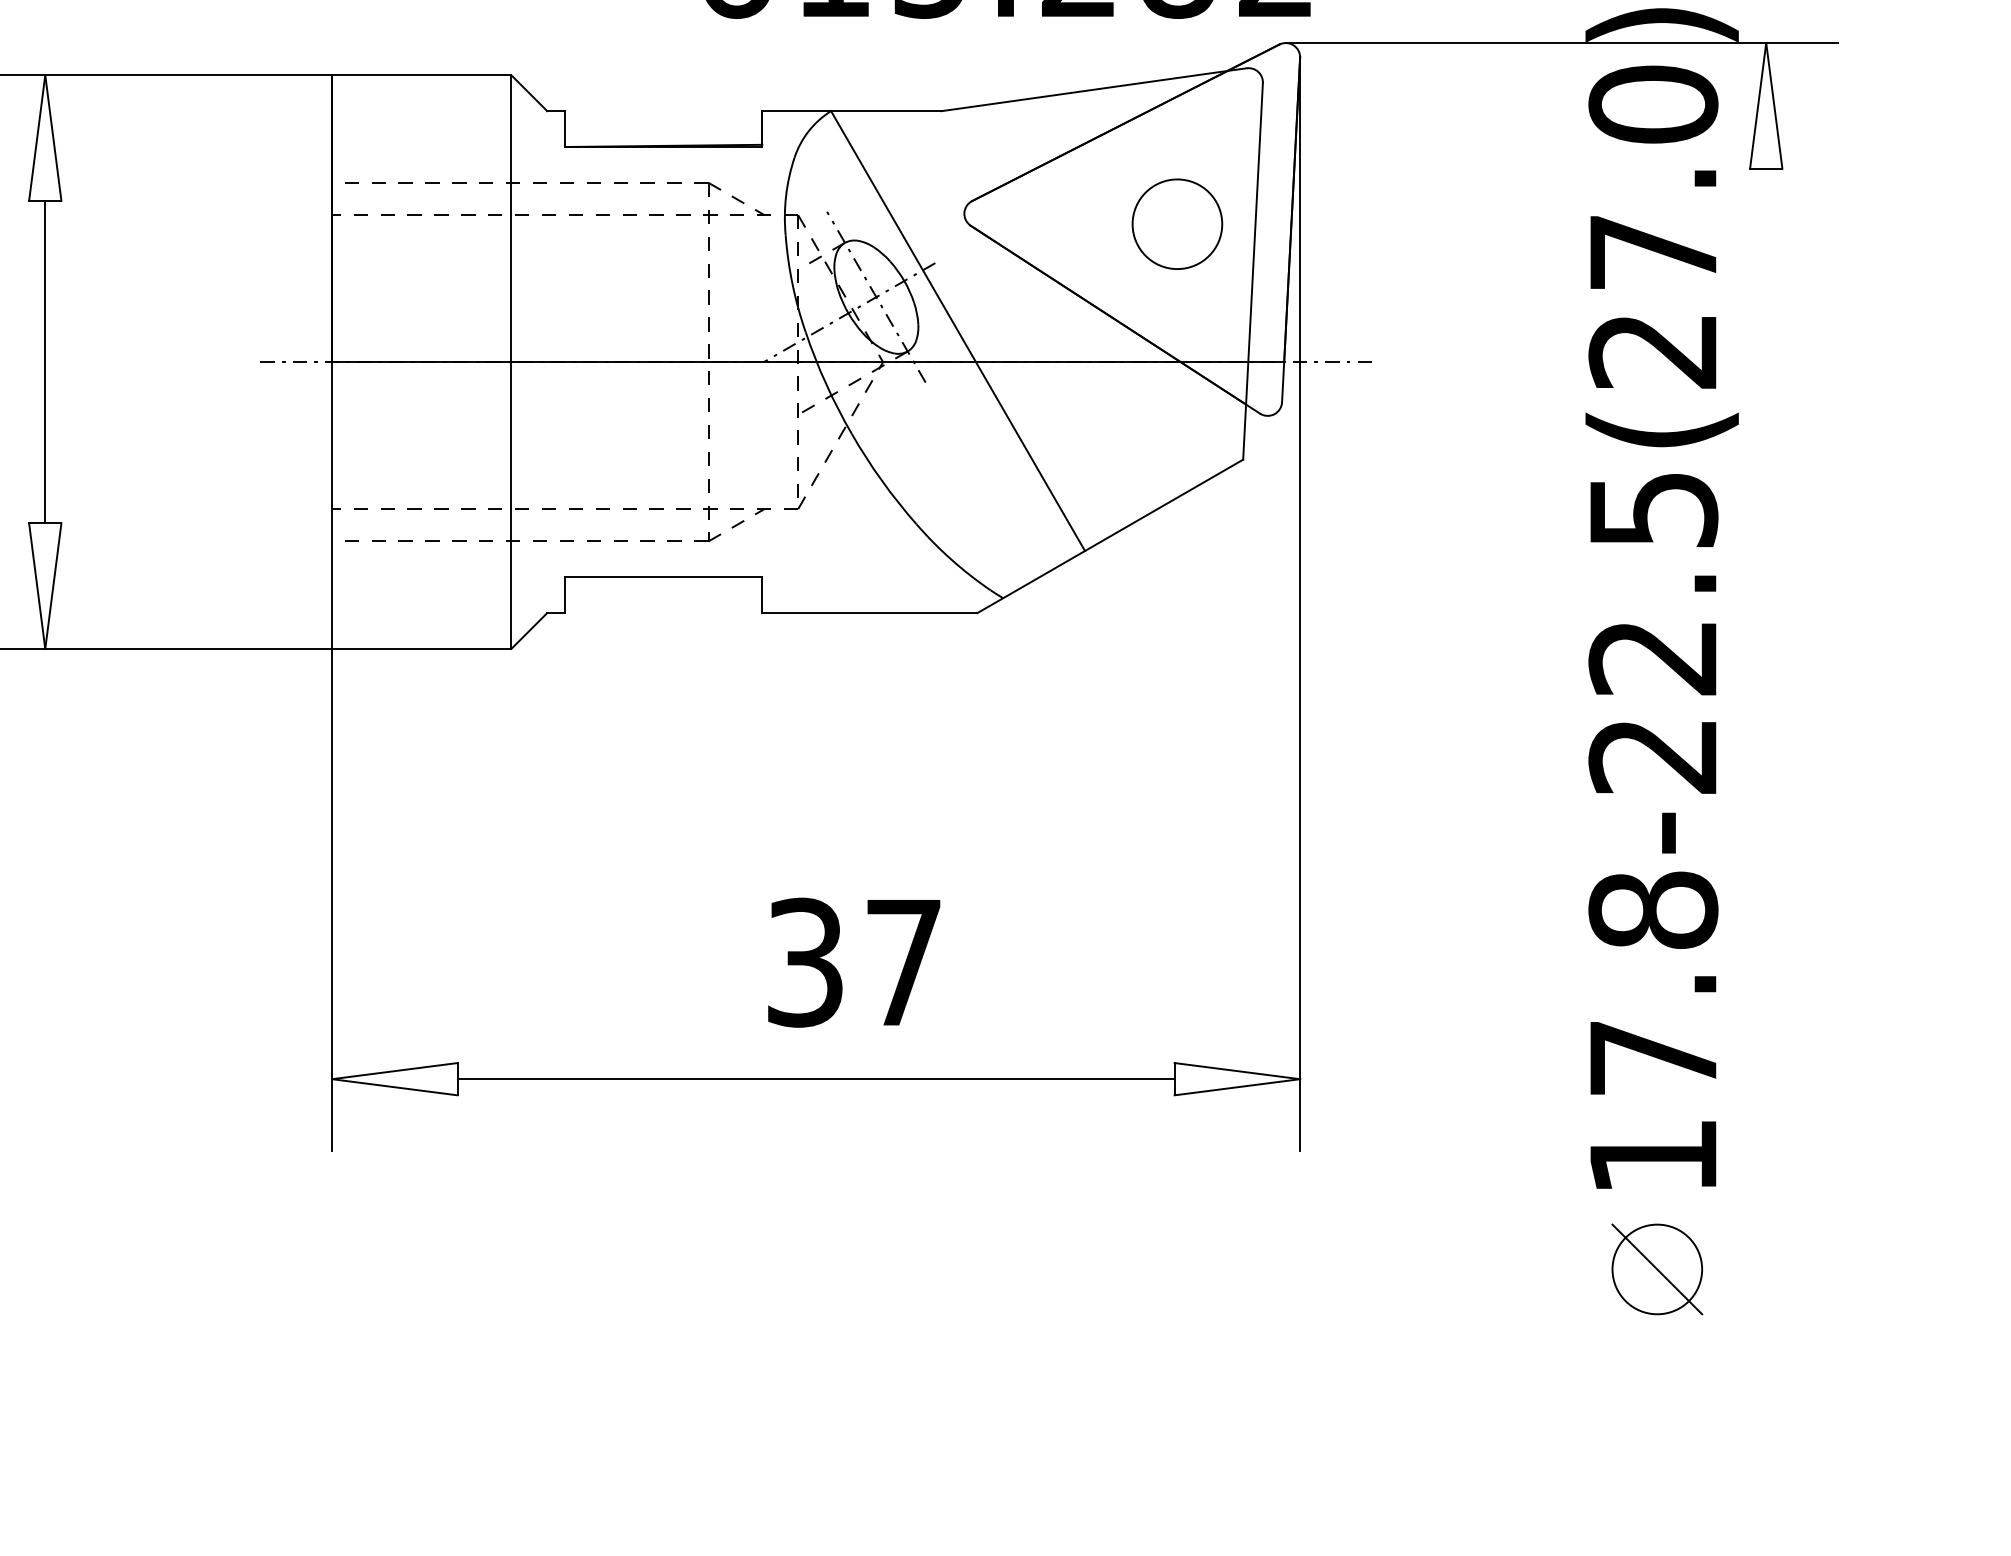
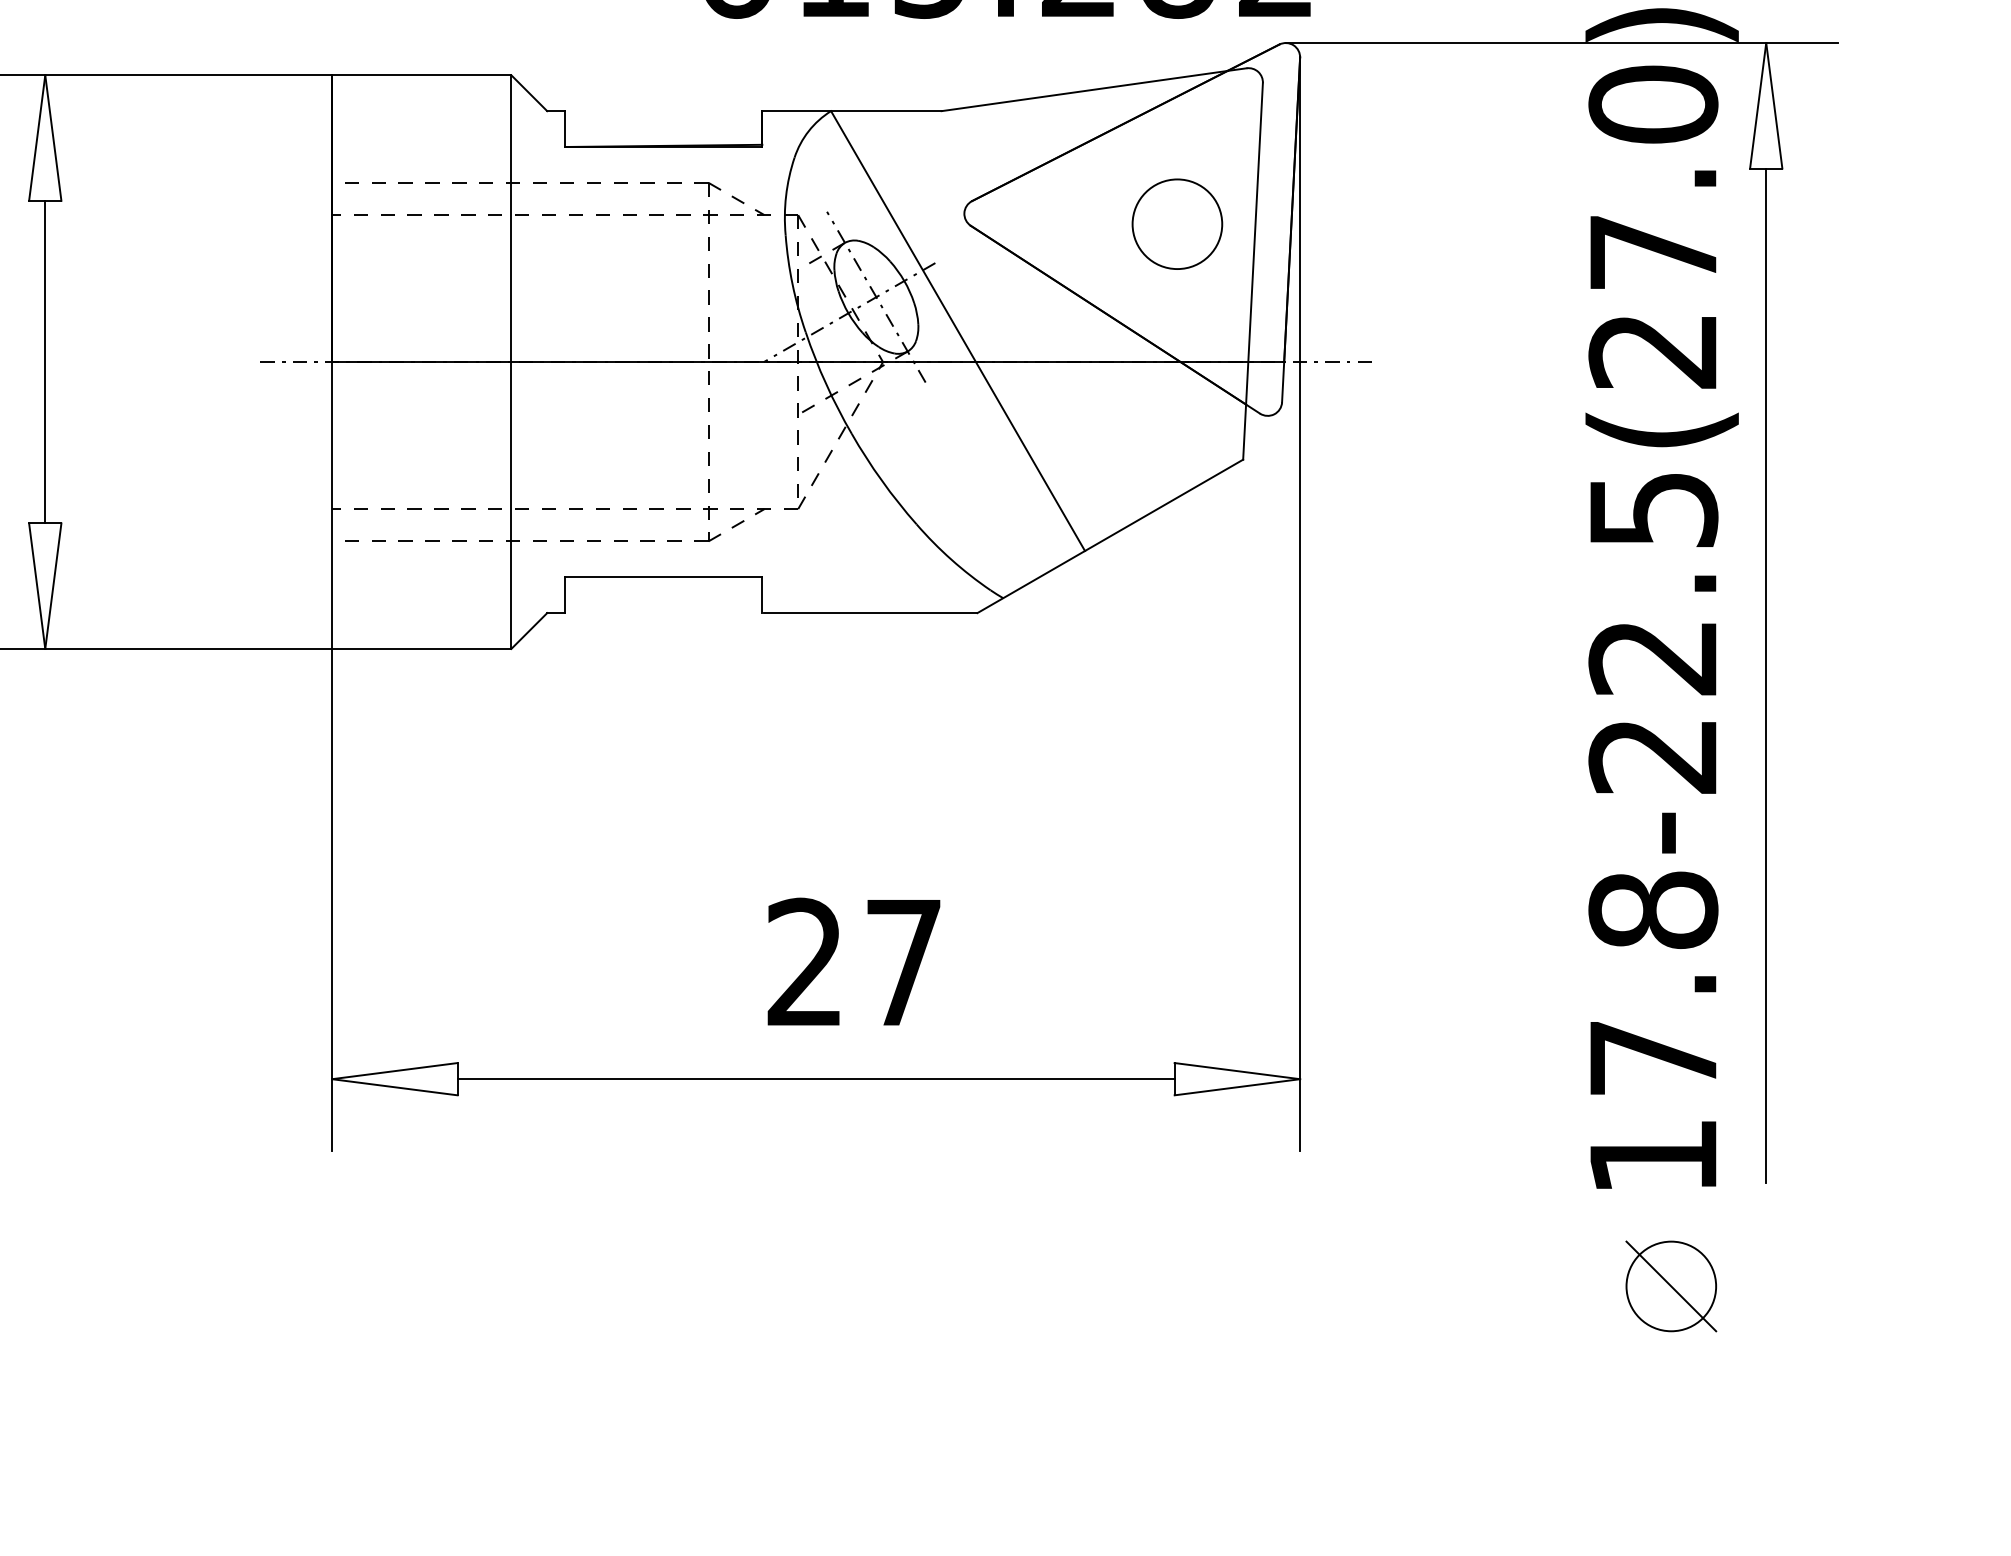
line at (1766, 675): none -> present
text at (804, 962): 37 -> 27
part at (1657, 1269) position: (1657, 1269) -> (1671, 1286)
